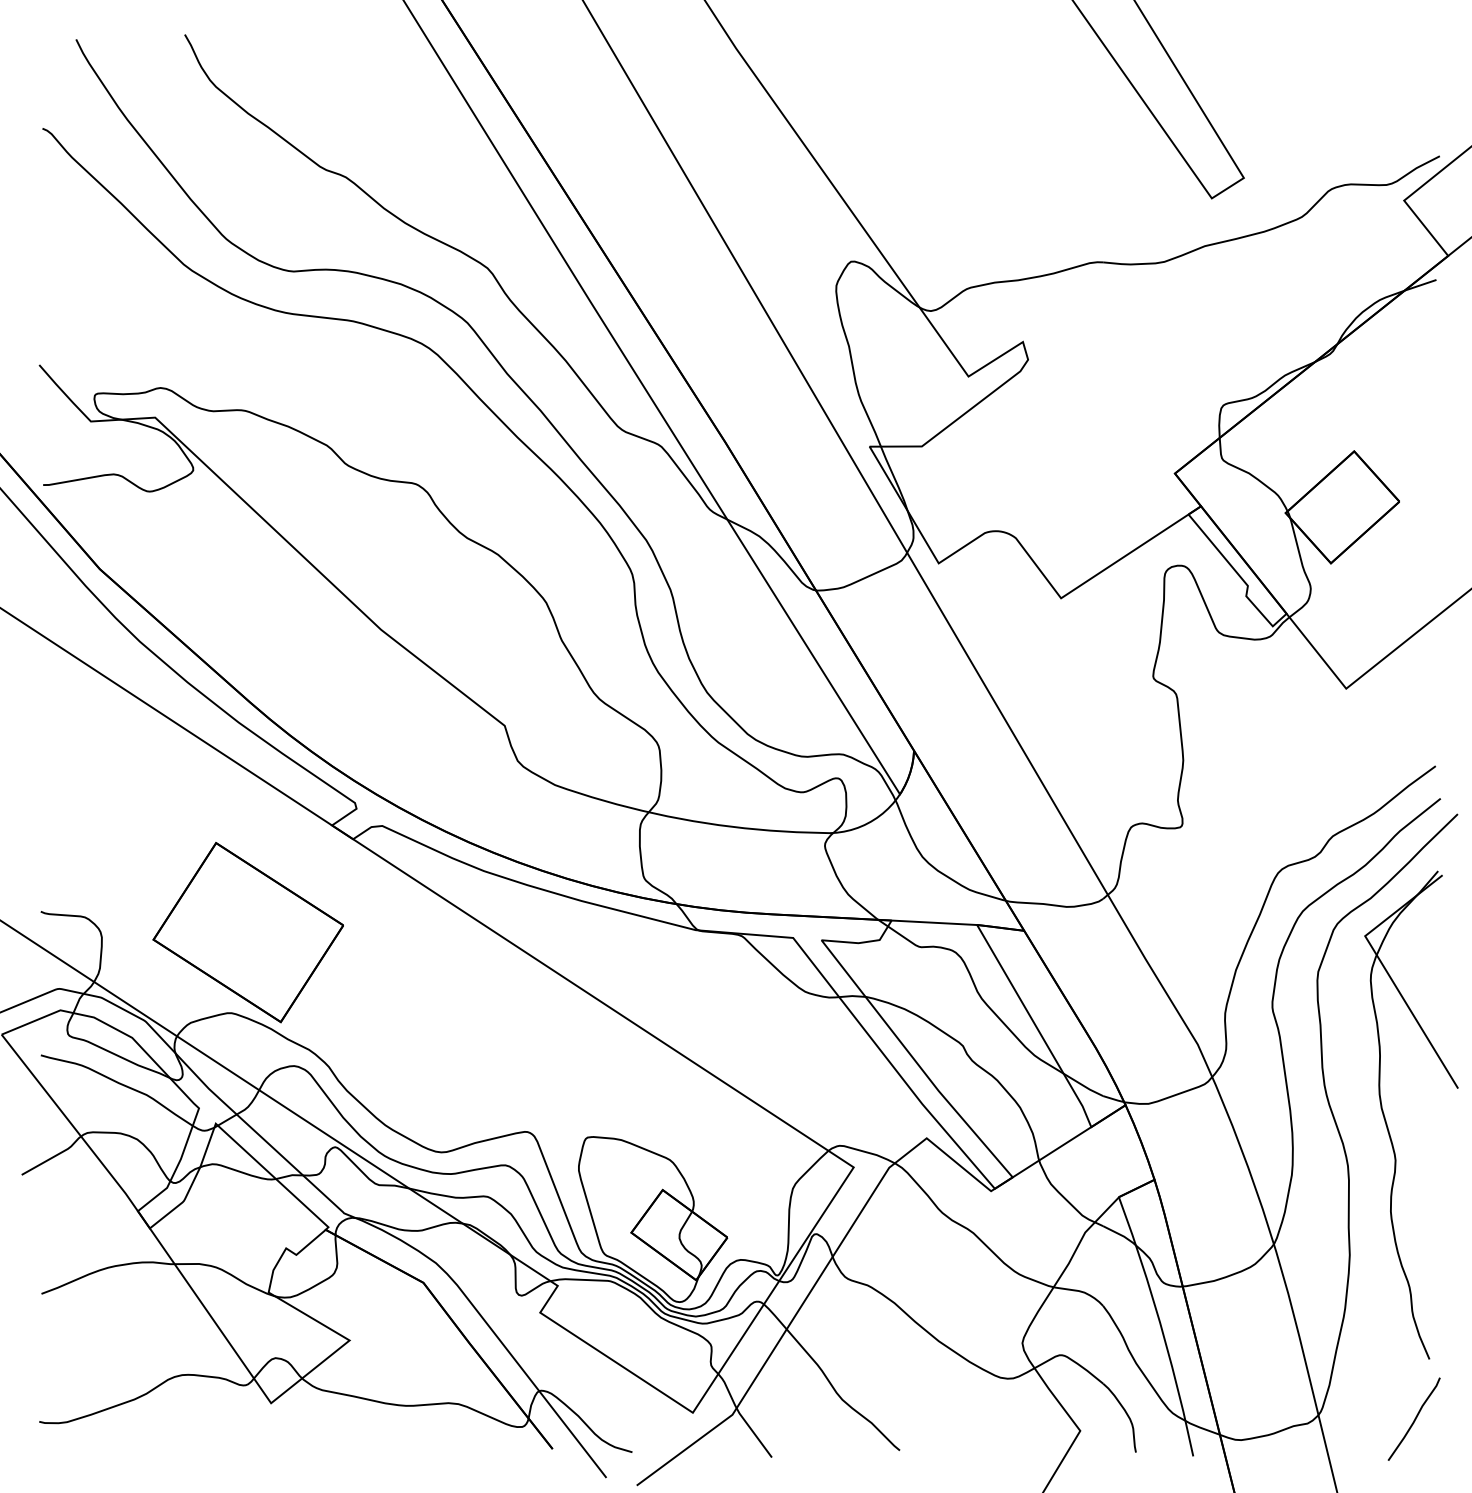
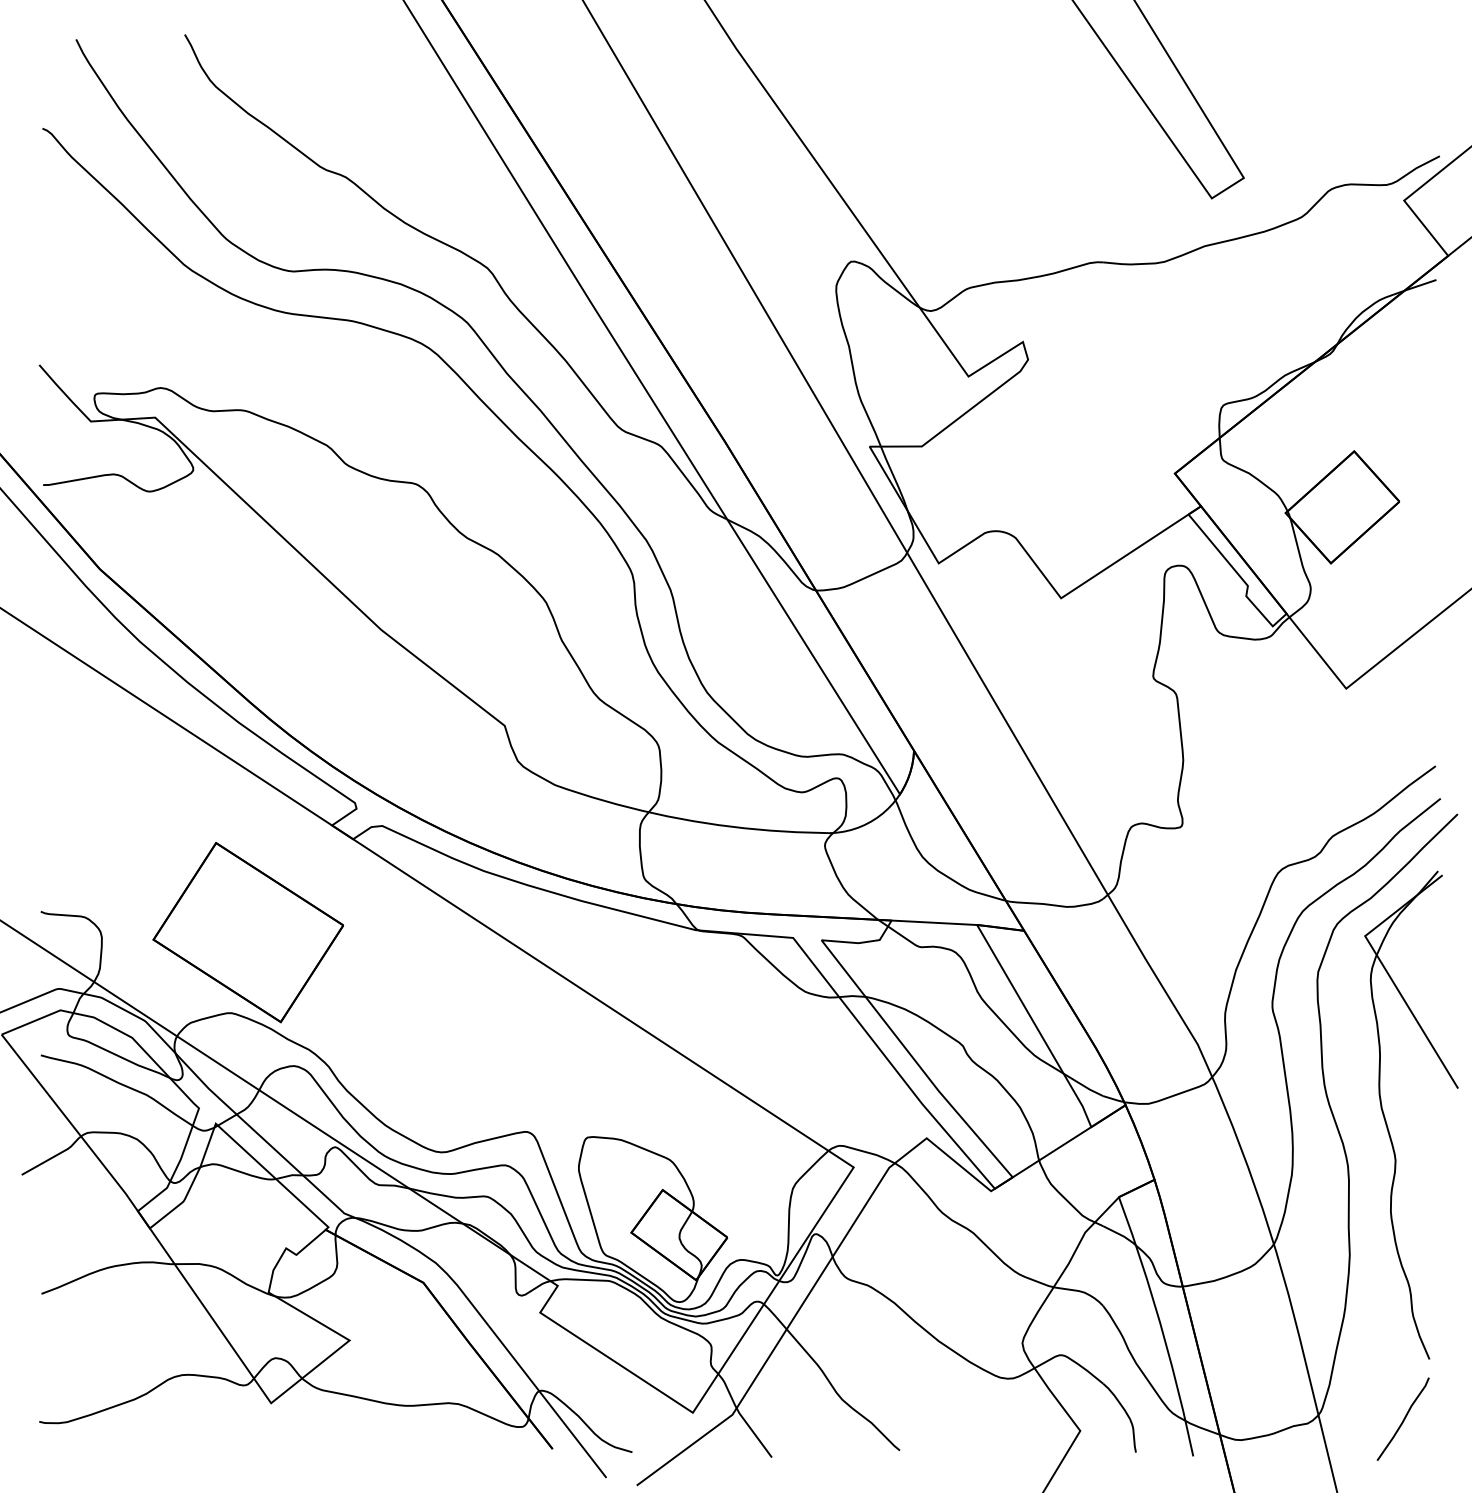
curve at (1414, 1418) position: (1414, 1418) -> (1403, 1418)
